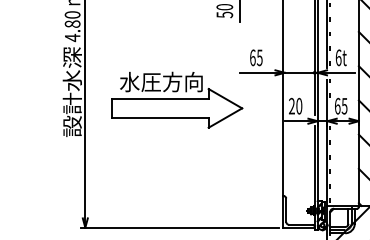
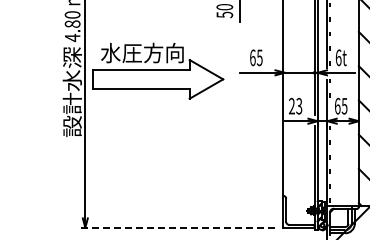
part at (177, 99) position: (177, 99) -> (158, 70)
text at (299, 106): 20 -> 23
line at (179, 227): solid -> dashed
